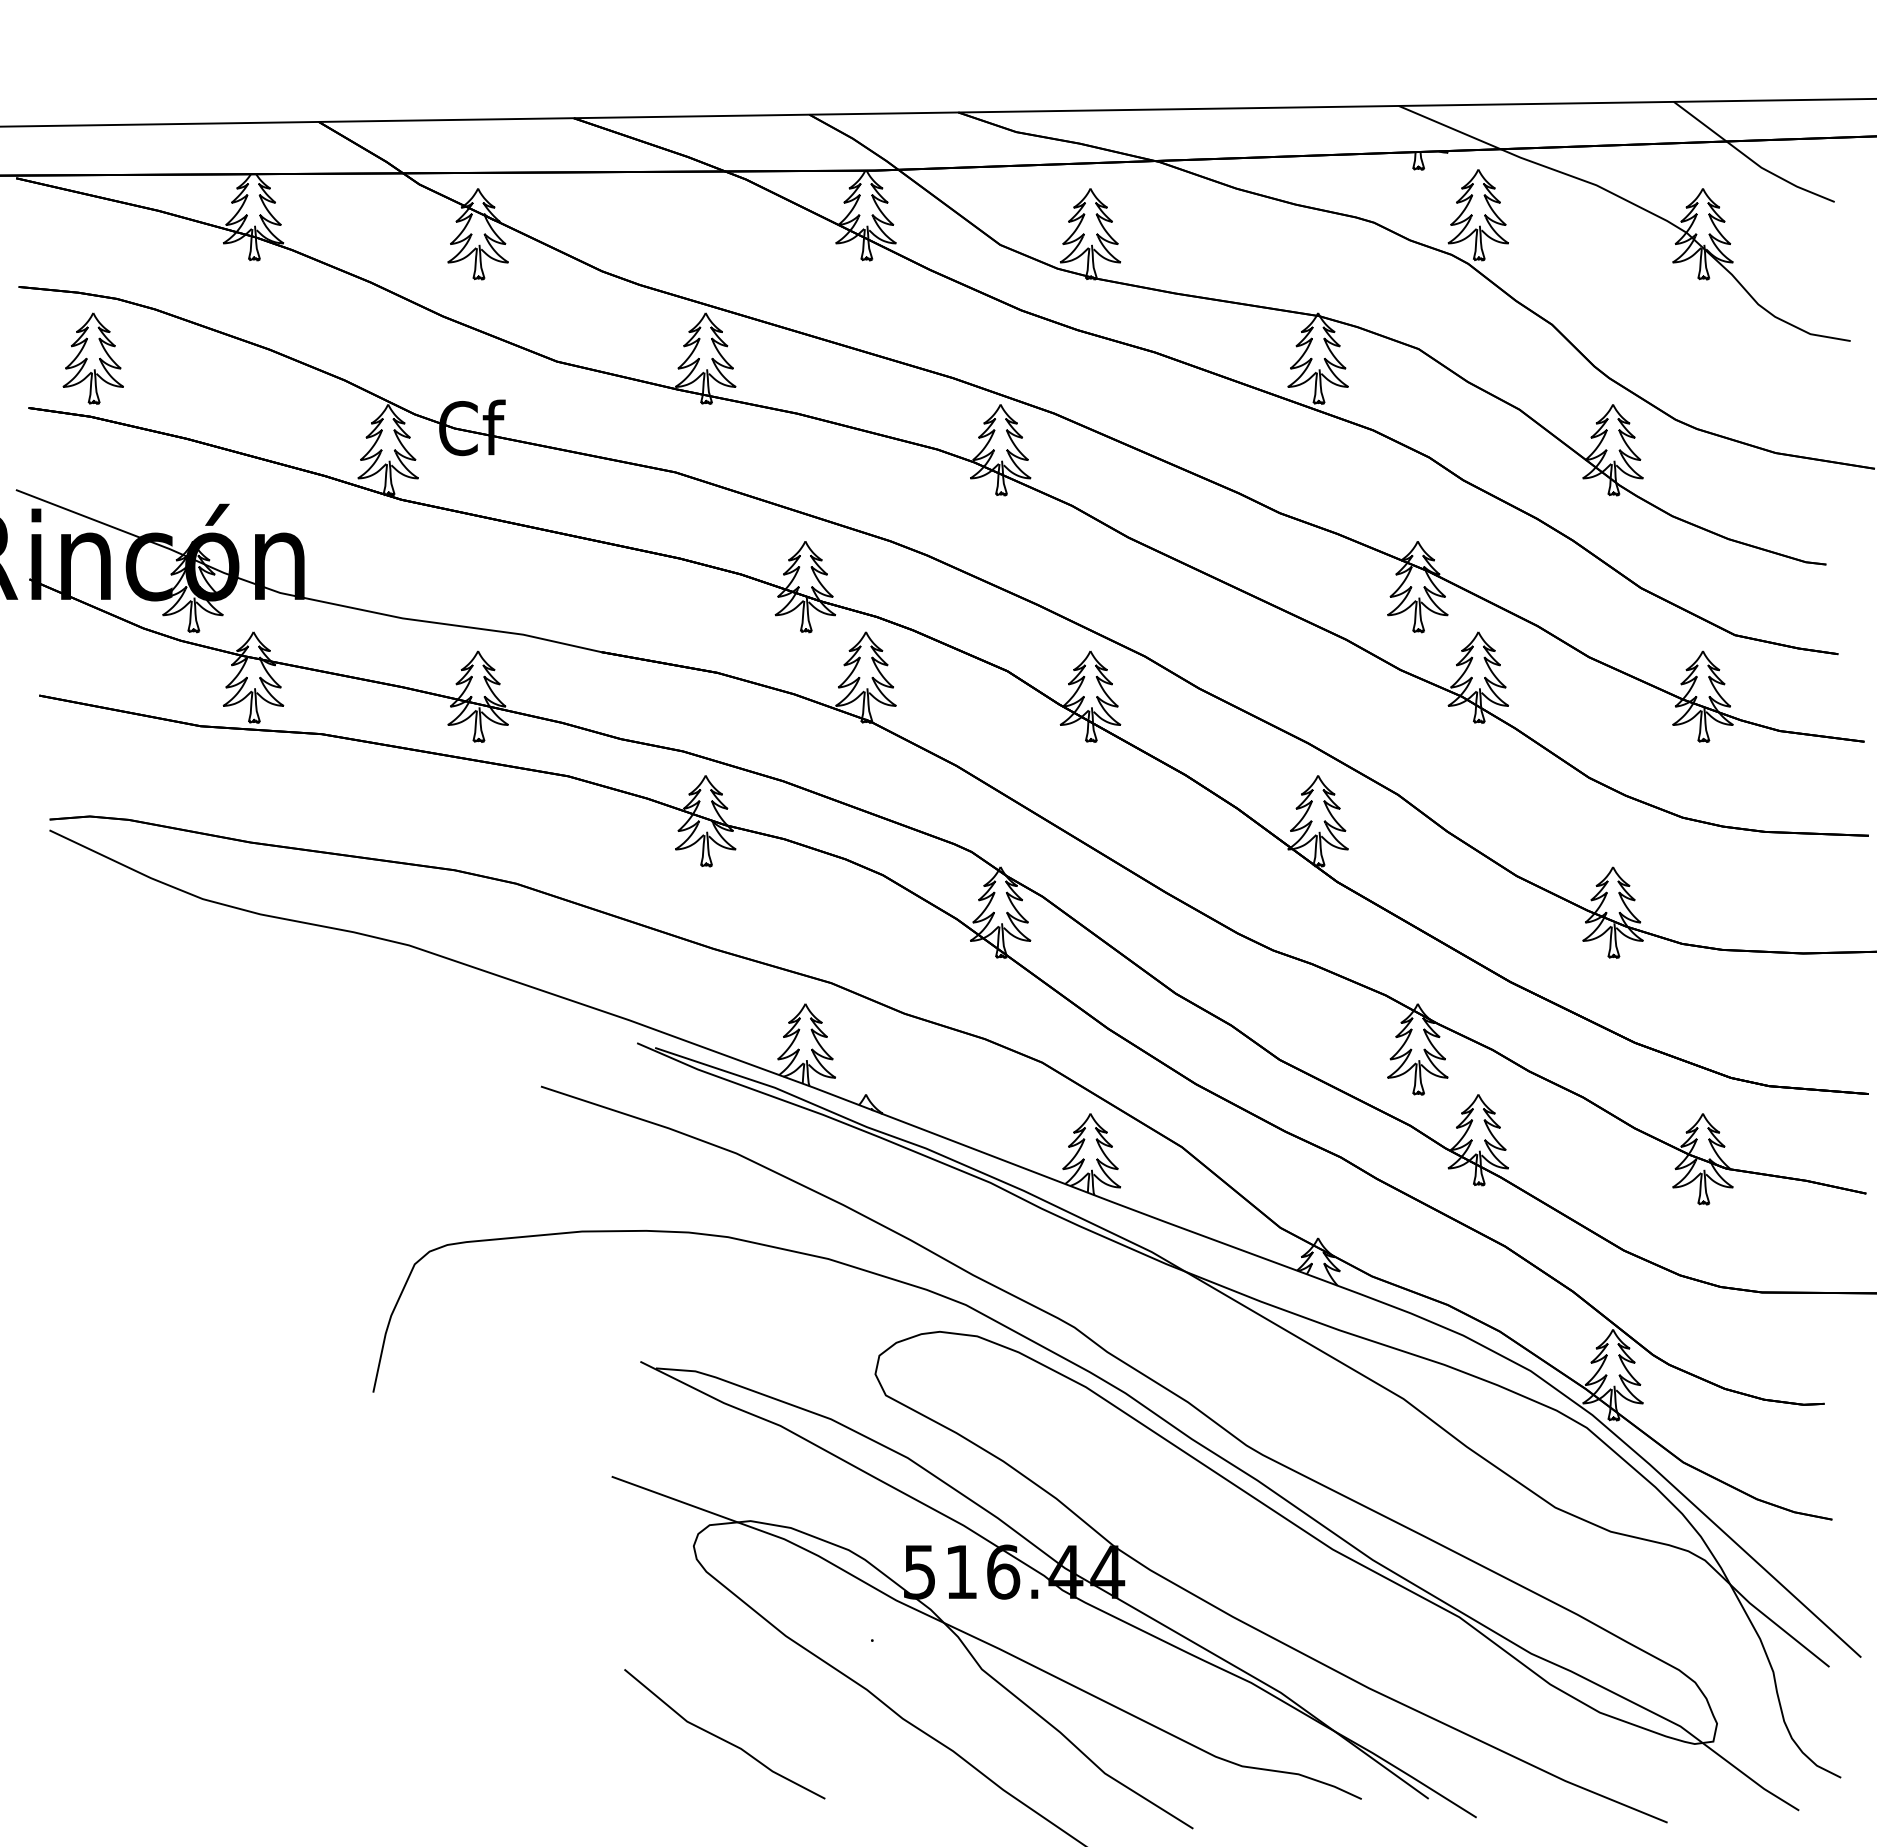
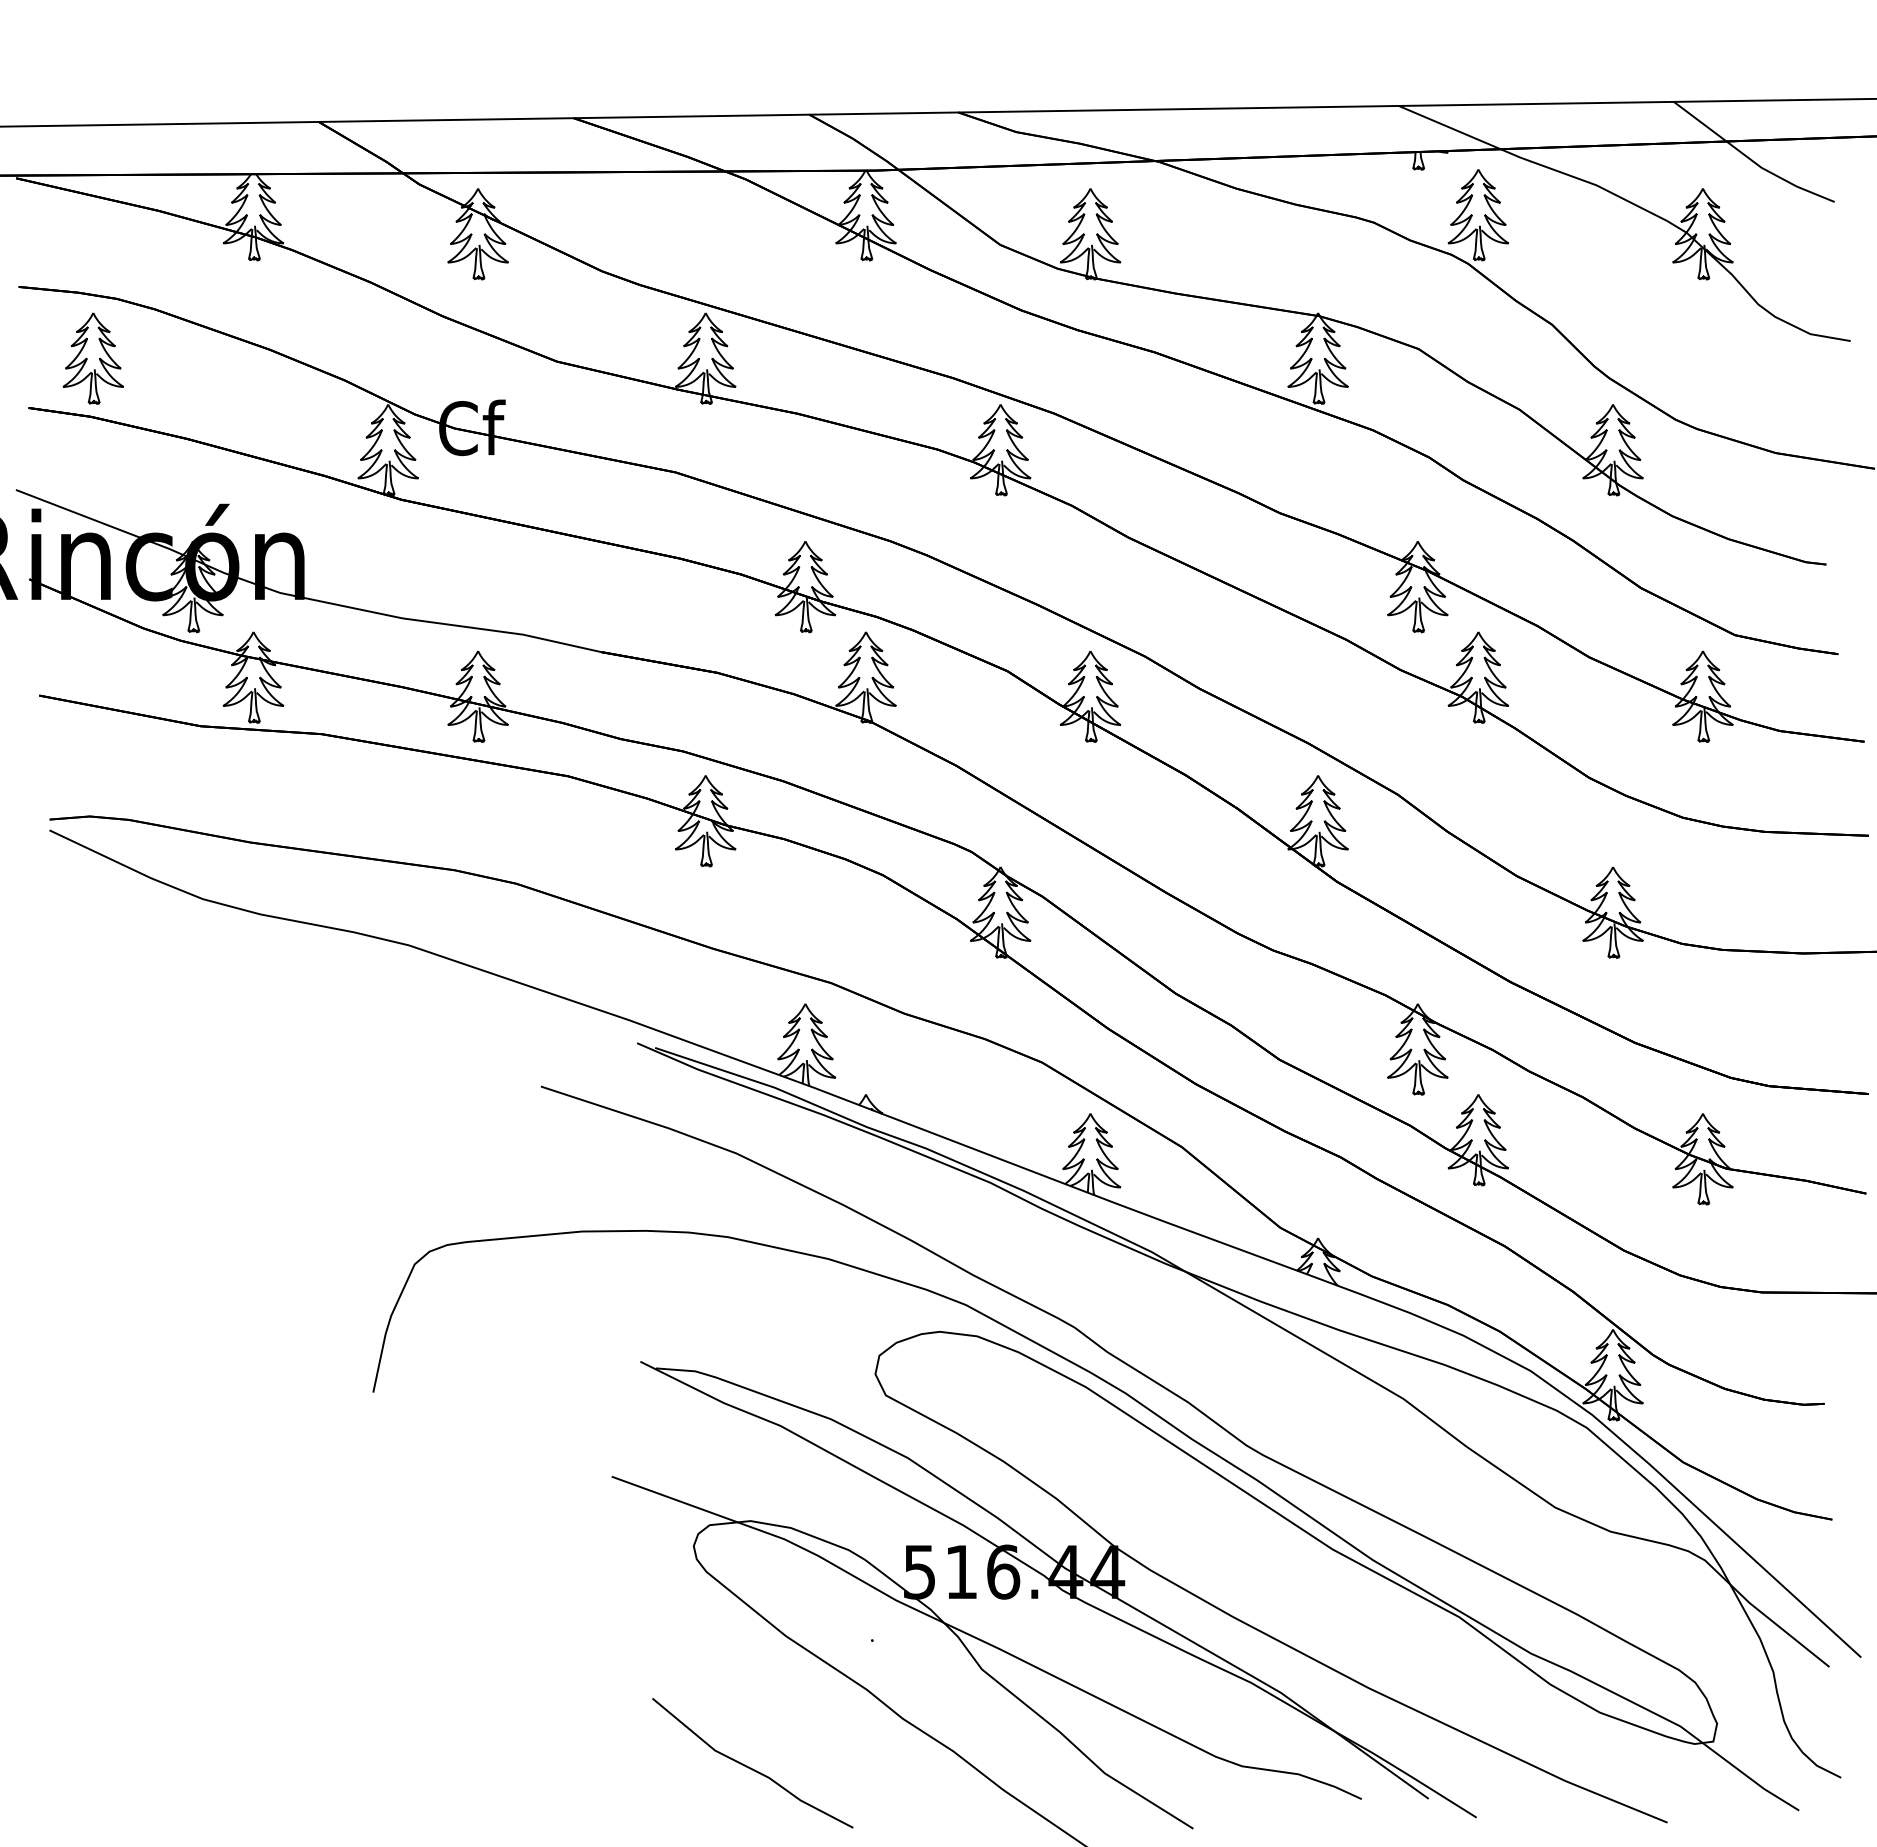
line at (723, 1738) position: (723, 1738) -> (751, 1767)
